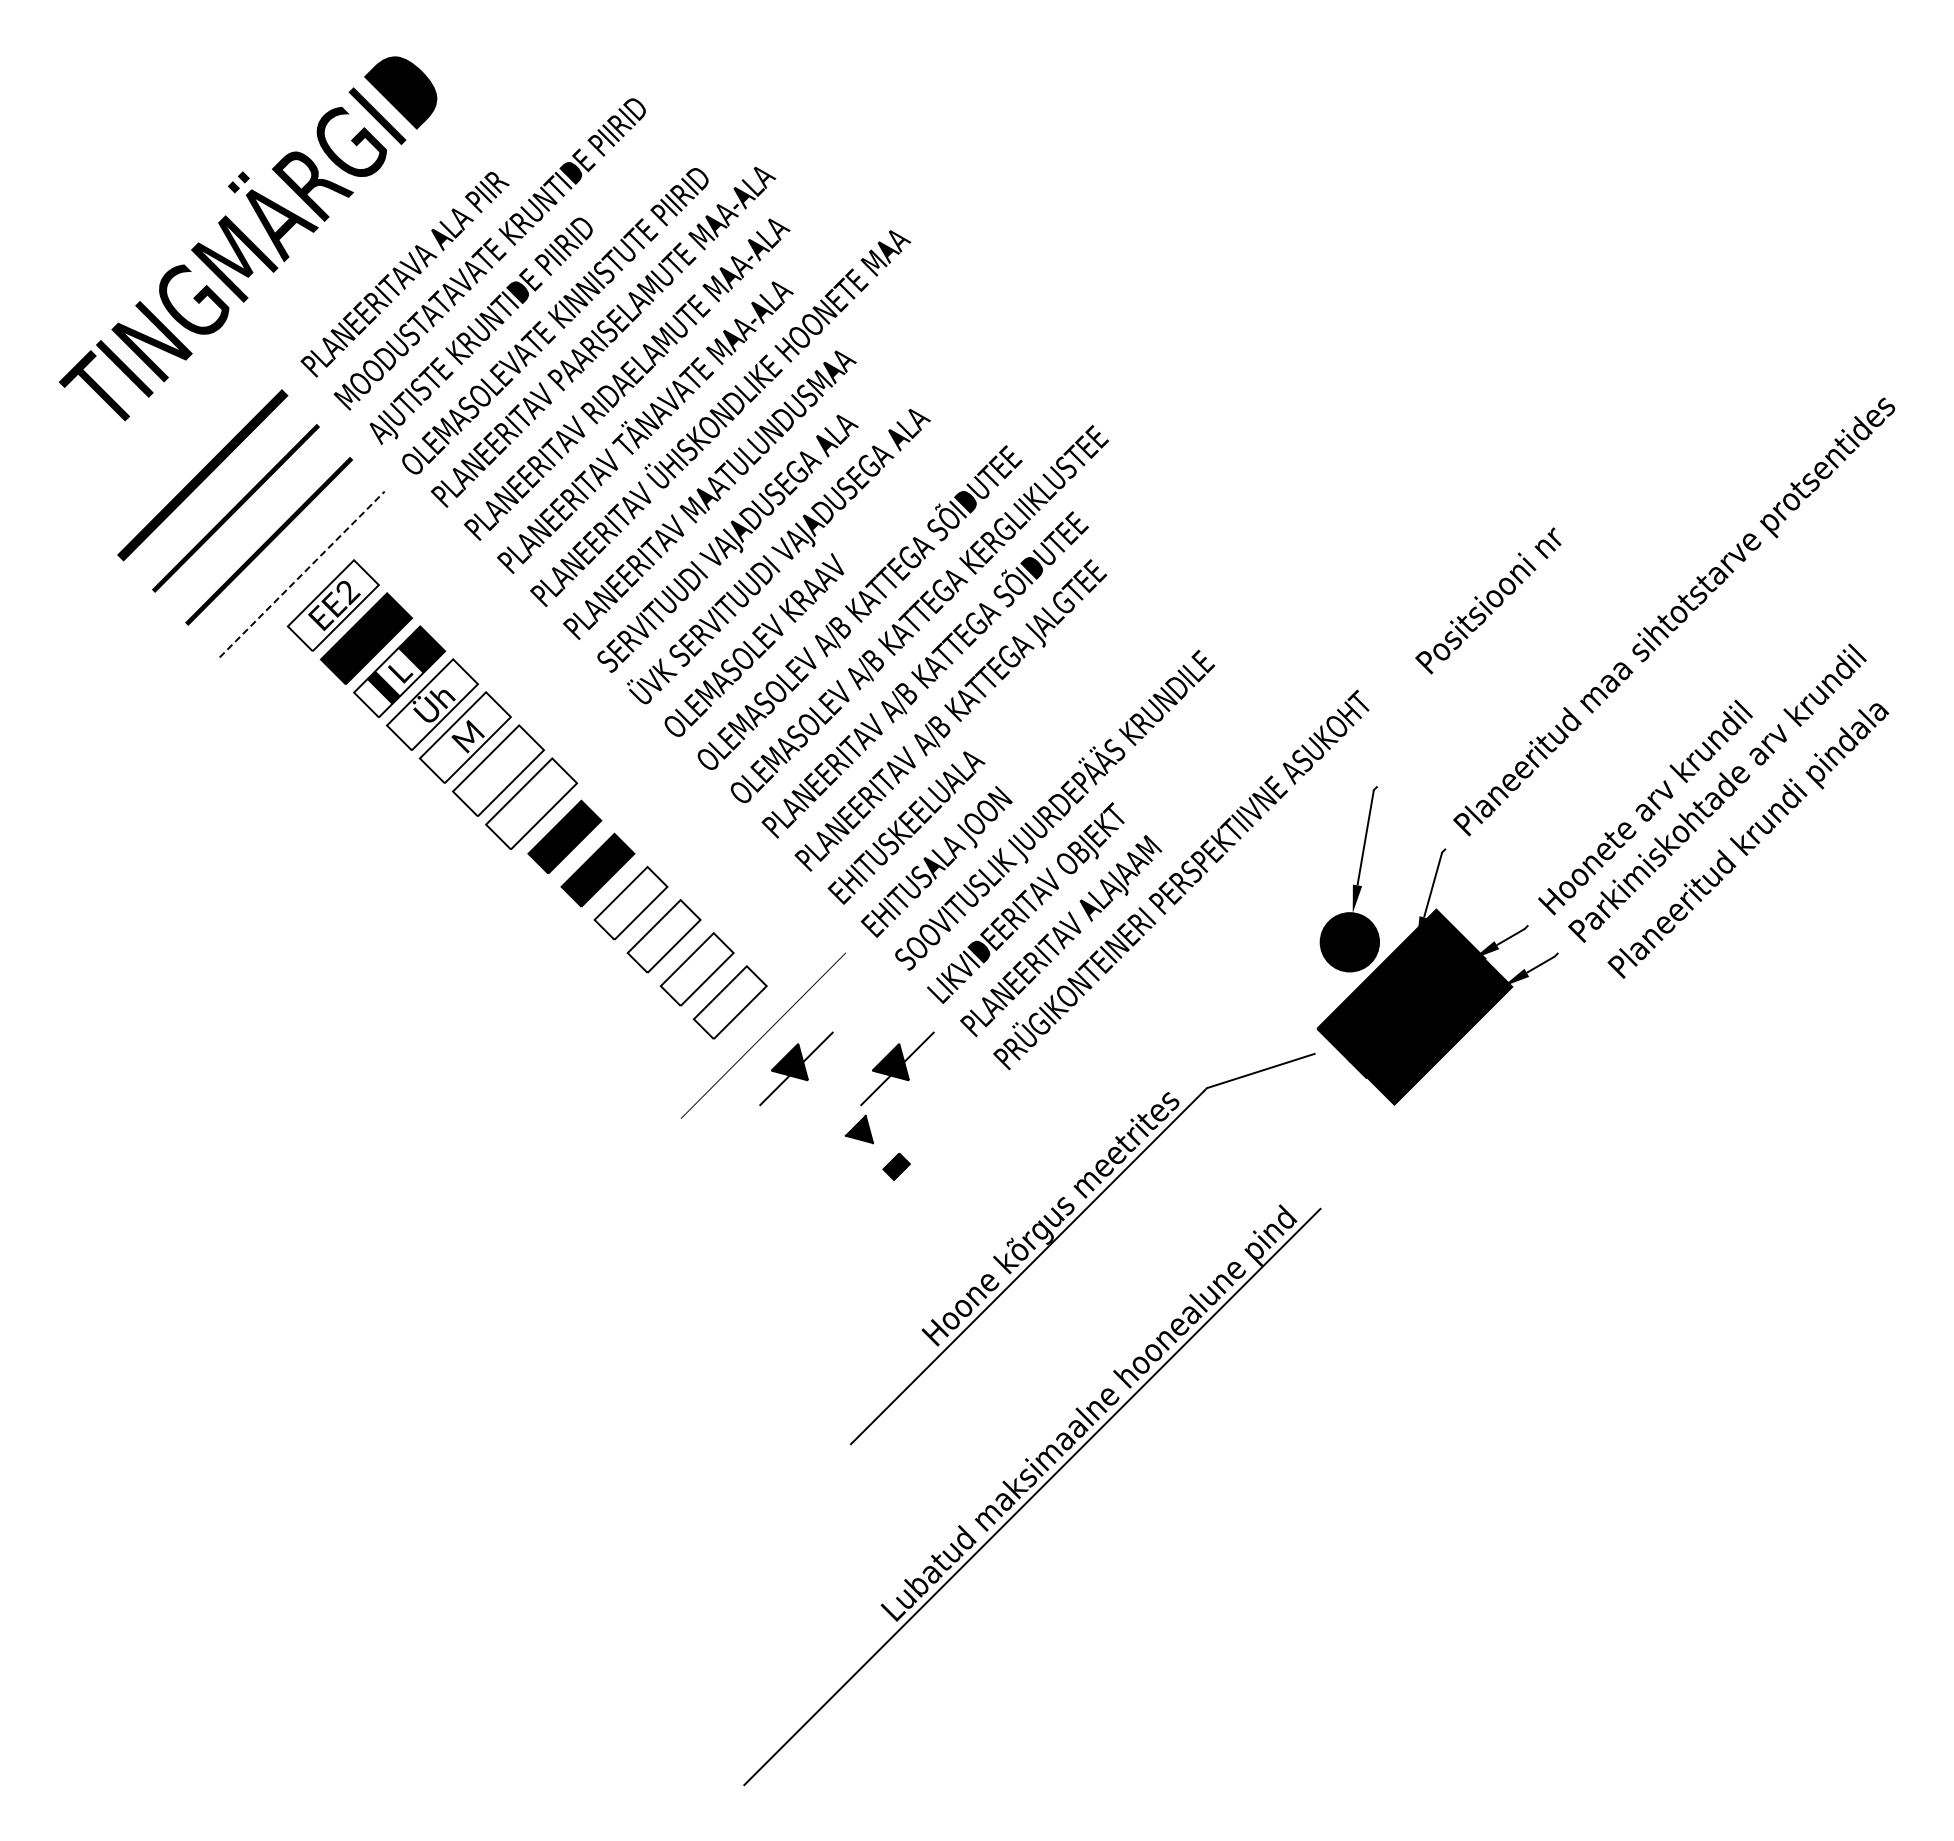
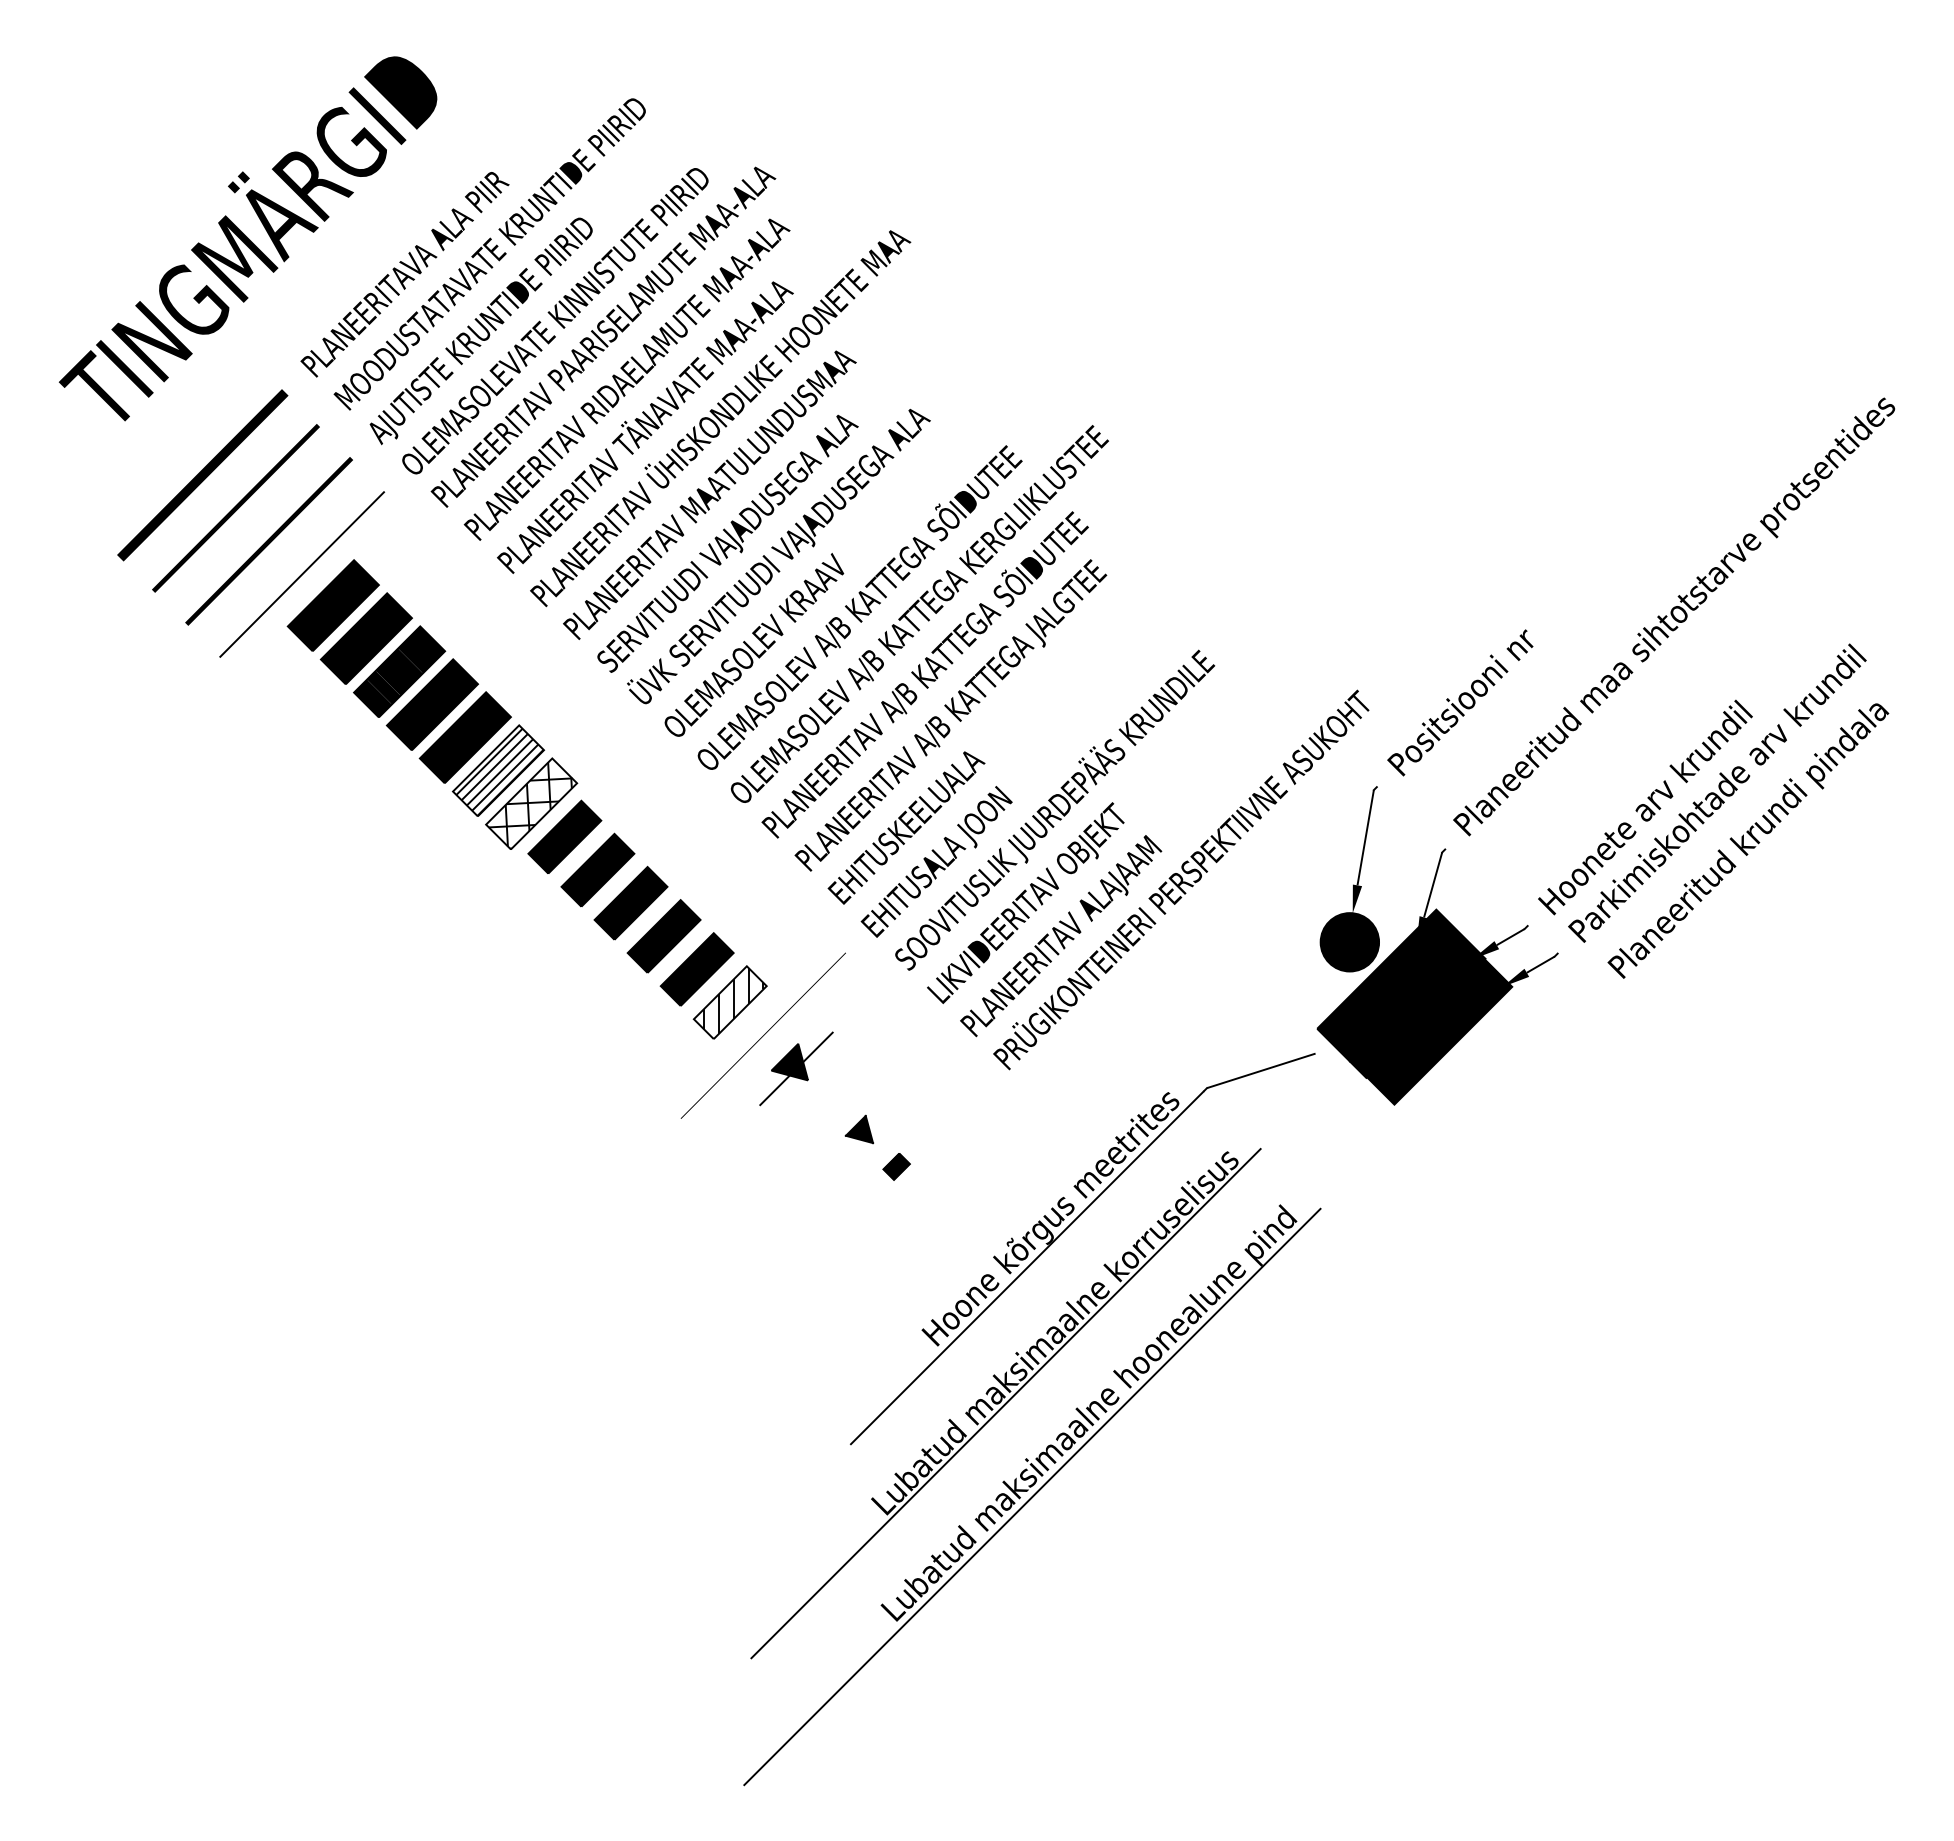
line at (302, 574): dashed -> solid
text at (1488, 600) position: (1488, 600) -> (1460, 702)
fill at (332, 605): none -> present
fill at (398, 671): none -> present
fill at (372, 698): none -> present
fill at (432, 704): none -> present
fill at (464, 737): none -> present
hatch at (499, 771): none -> present
hatch at (530, 805): none -> present
fill at (630, 903): none -> present
fill at (663, 936): none -> present
fill at (696, 969): none -> present
hatch at (733, 1000): none -> present
part at (897, 1068): present -> none
part at (1005, 1403): none -> present
